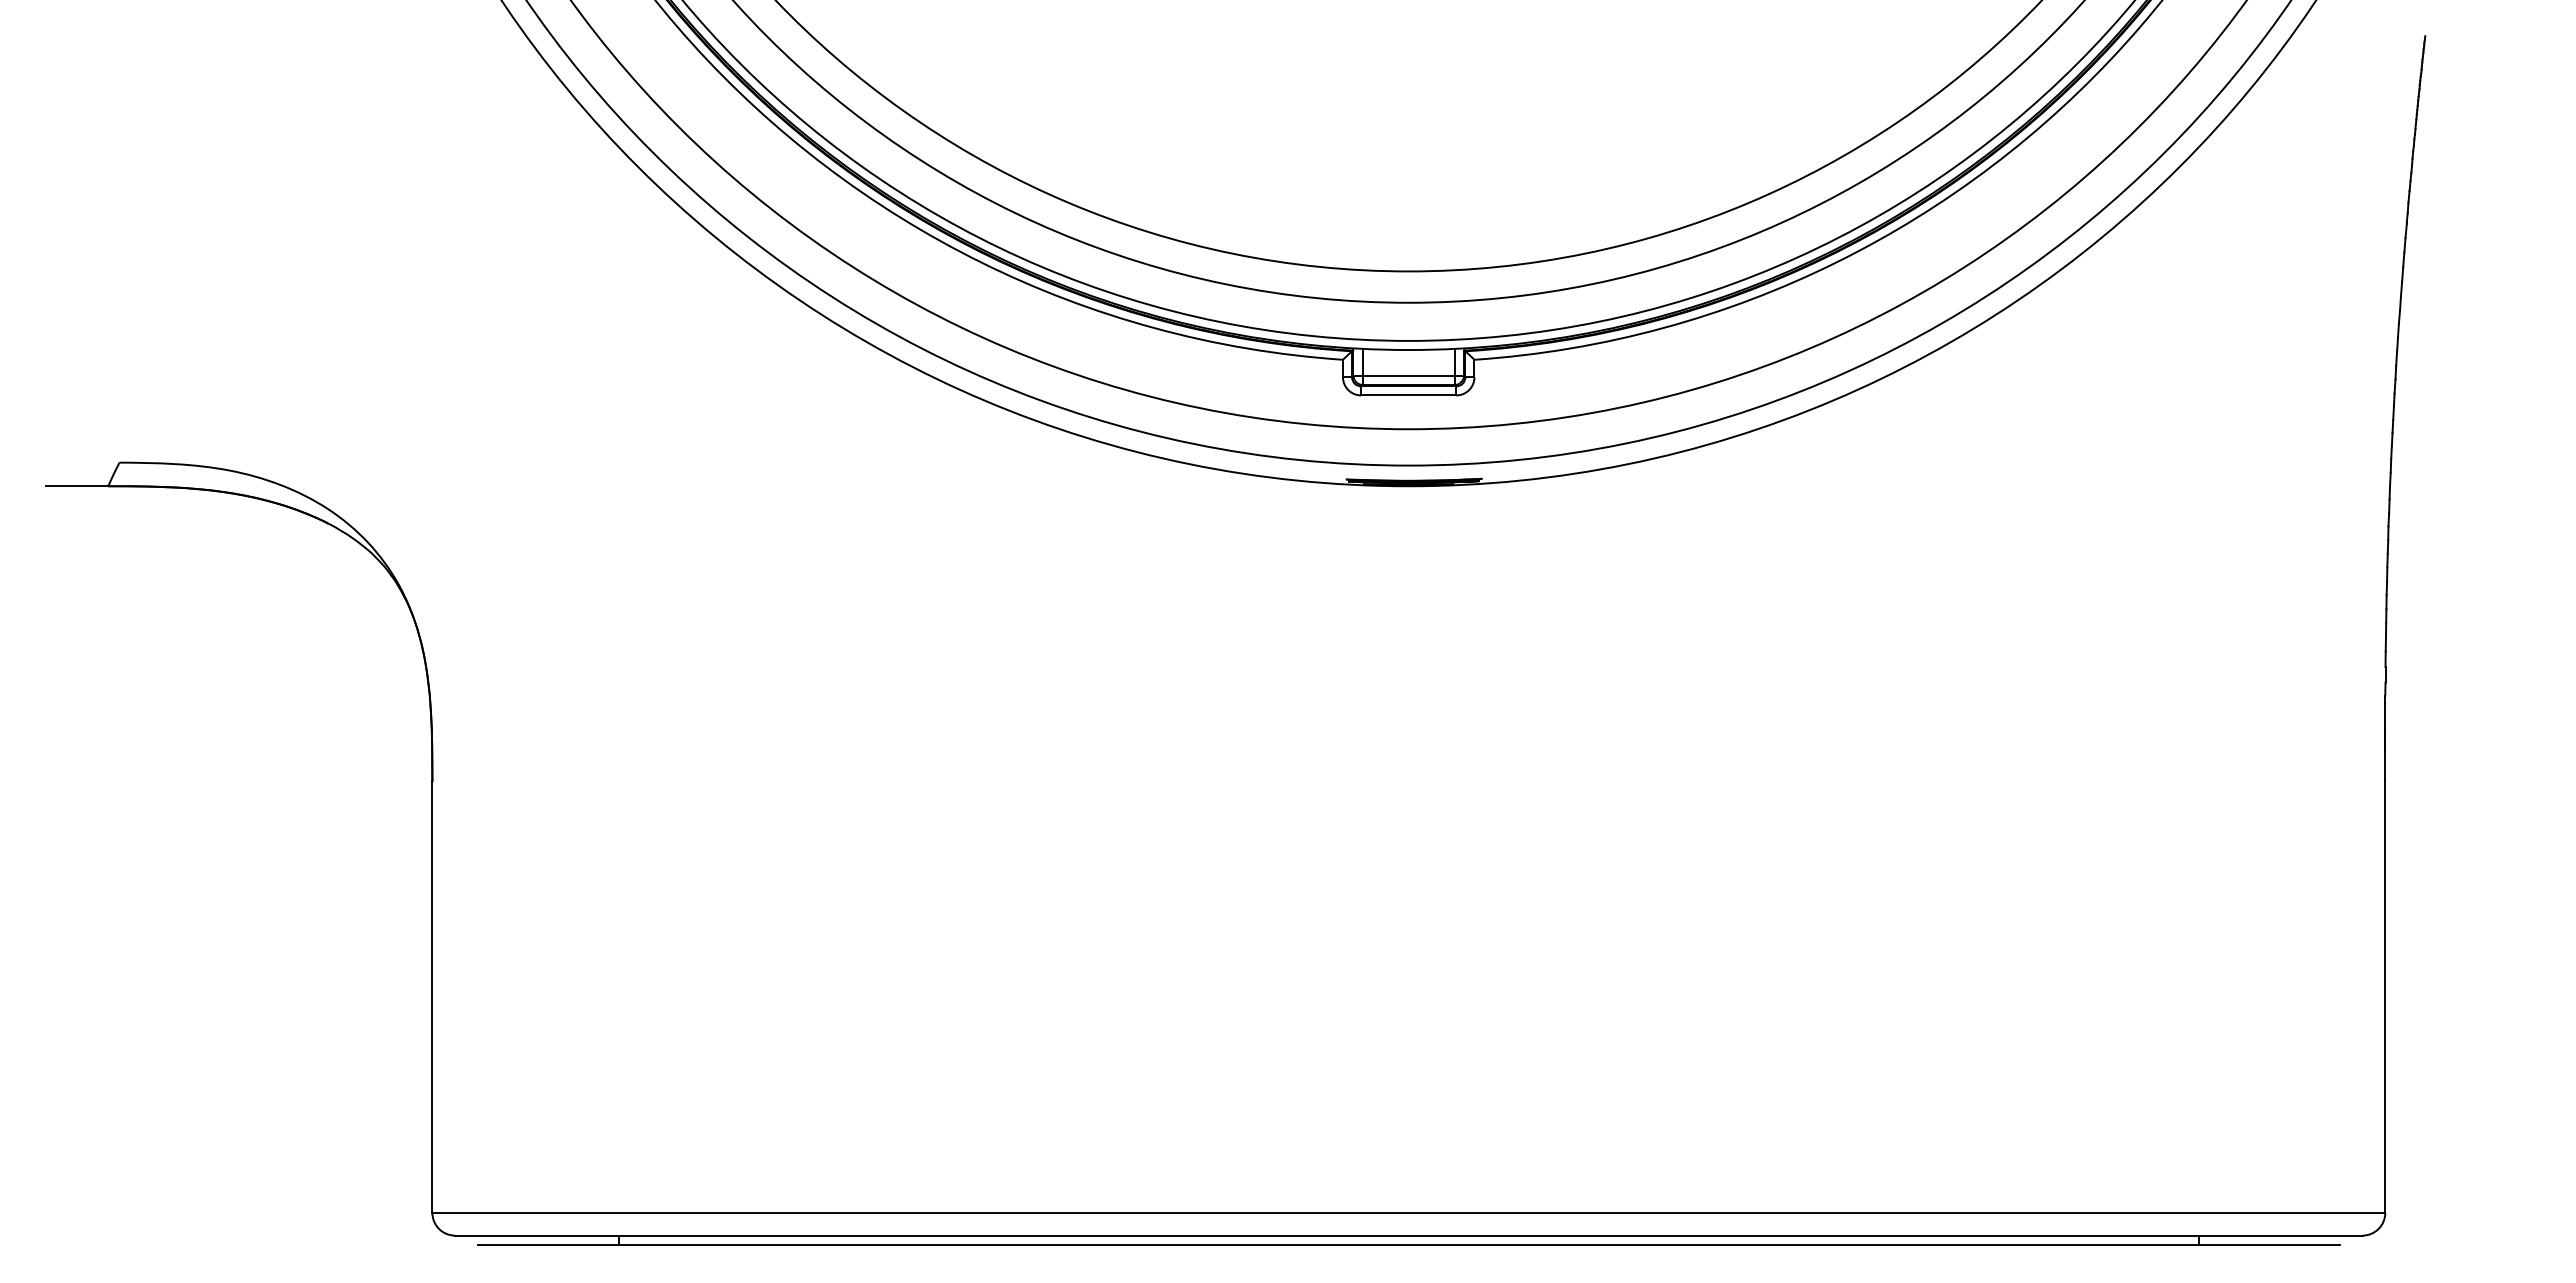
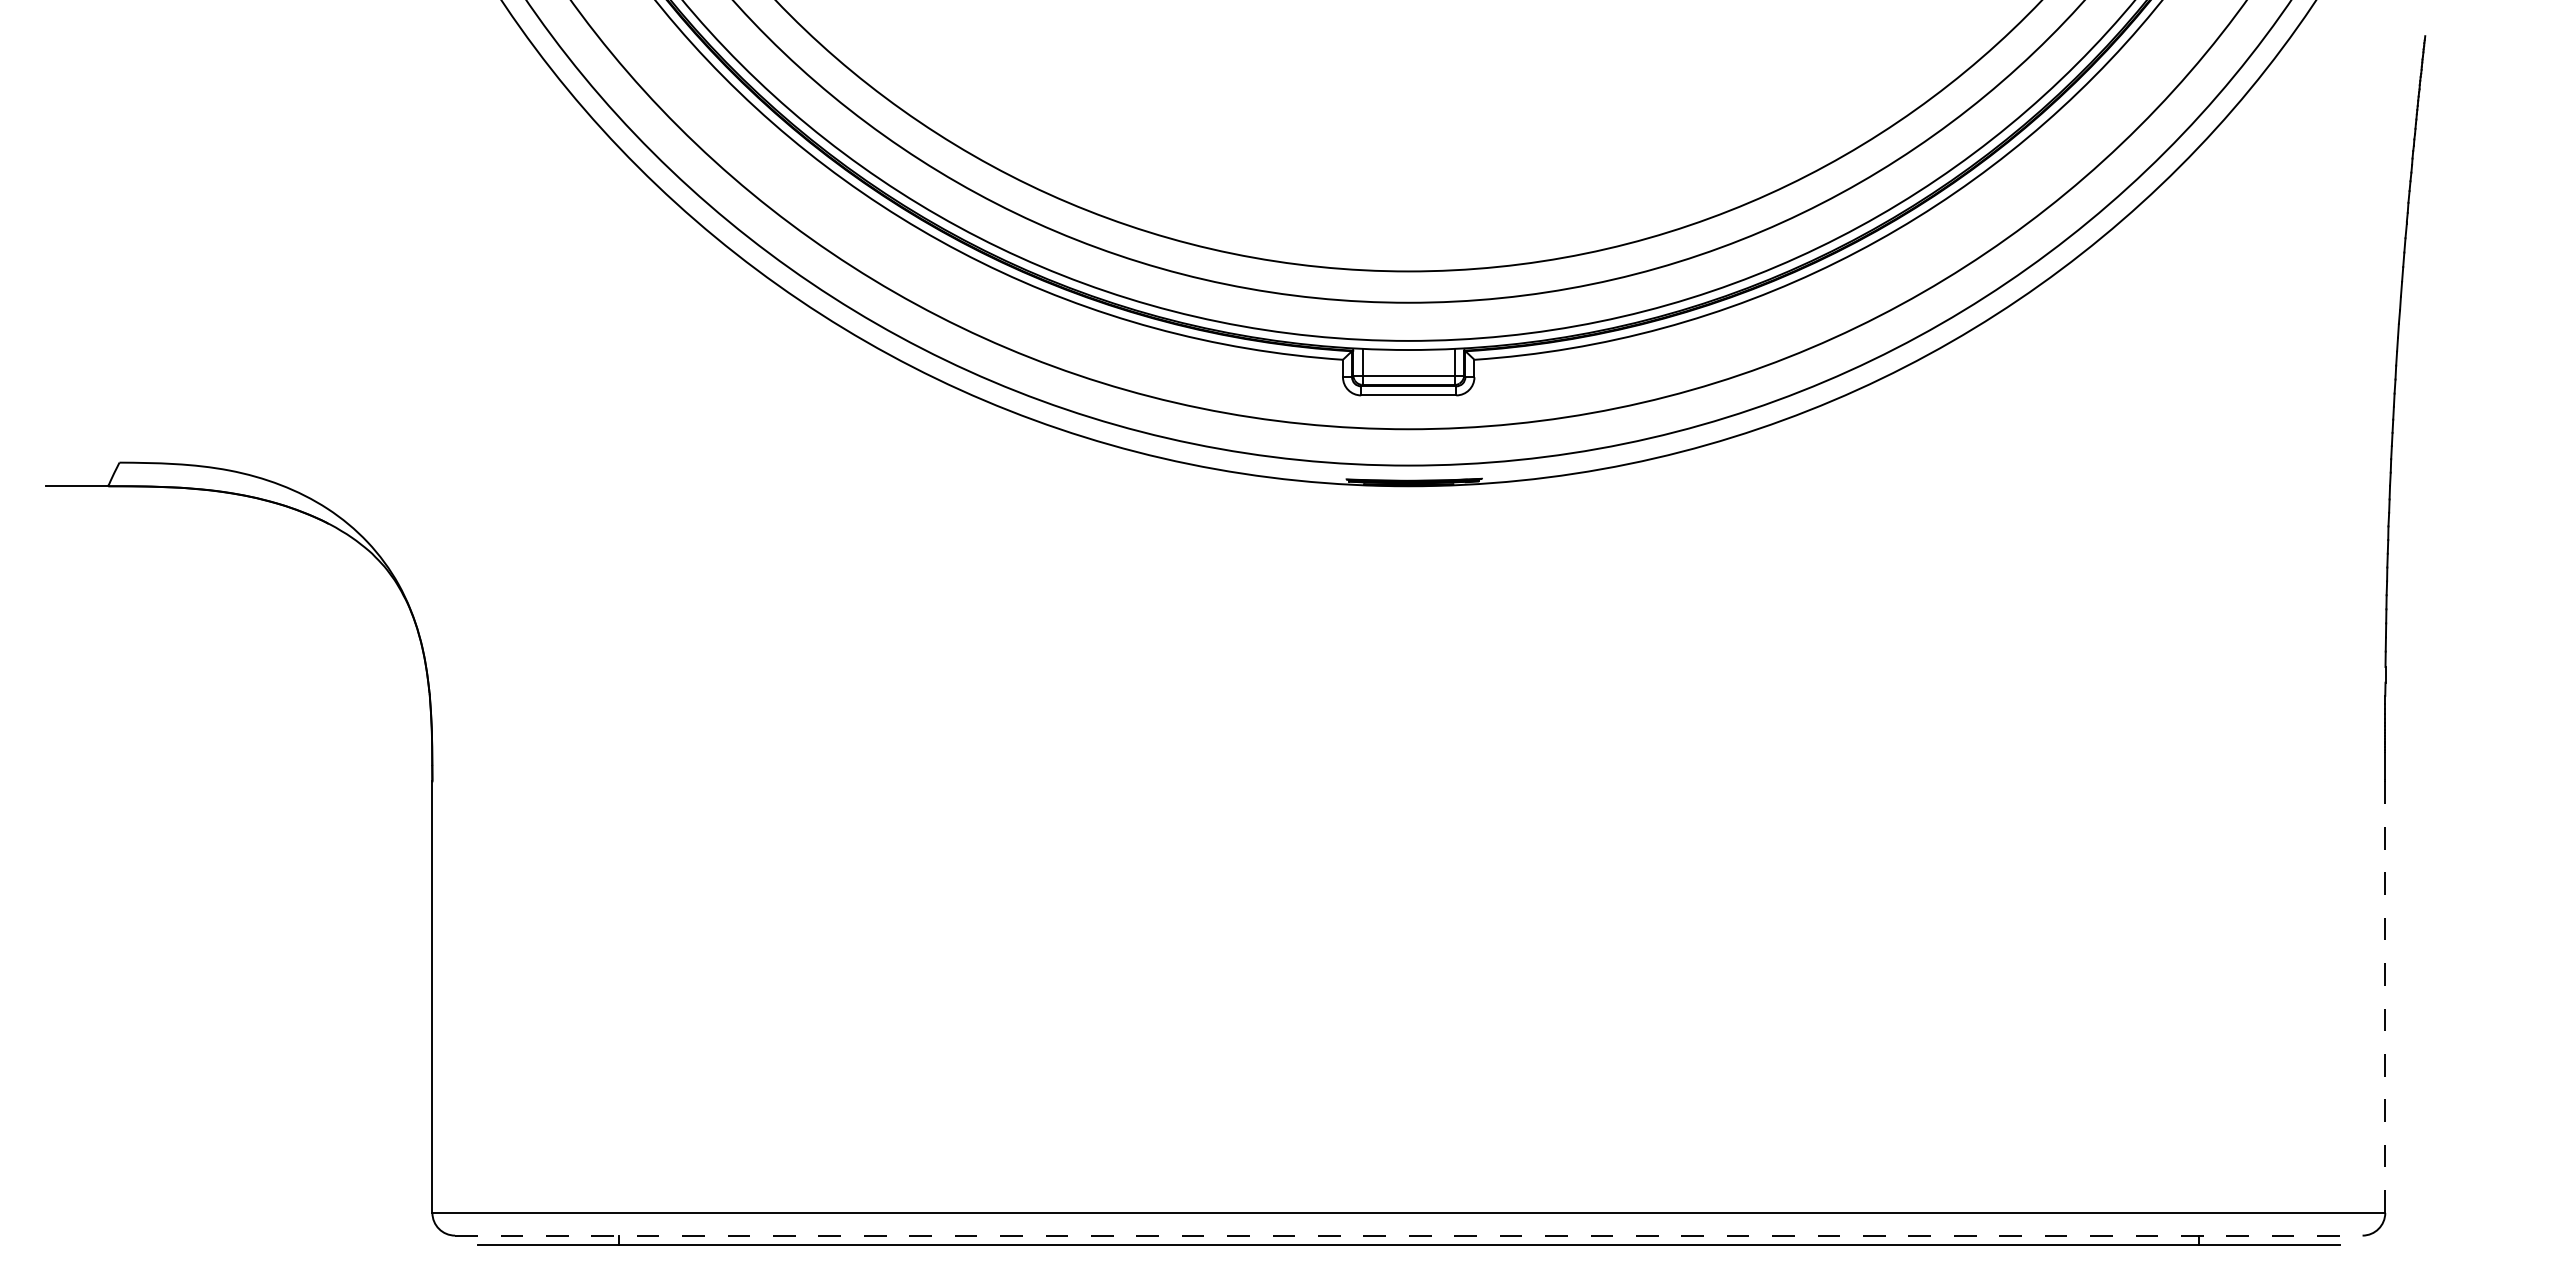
line at (2385, 997): solid -> dashed
line at (1408, 1235): solid -> dashed
